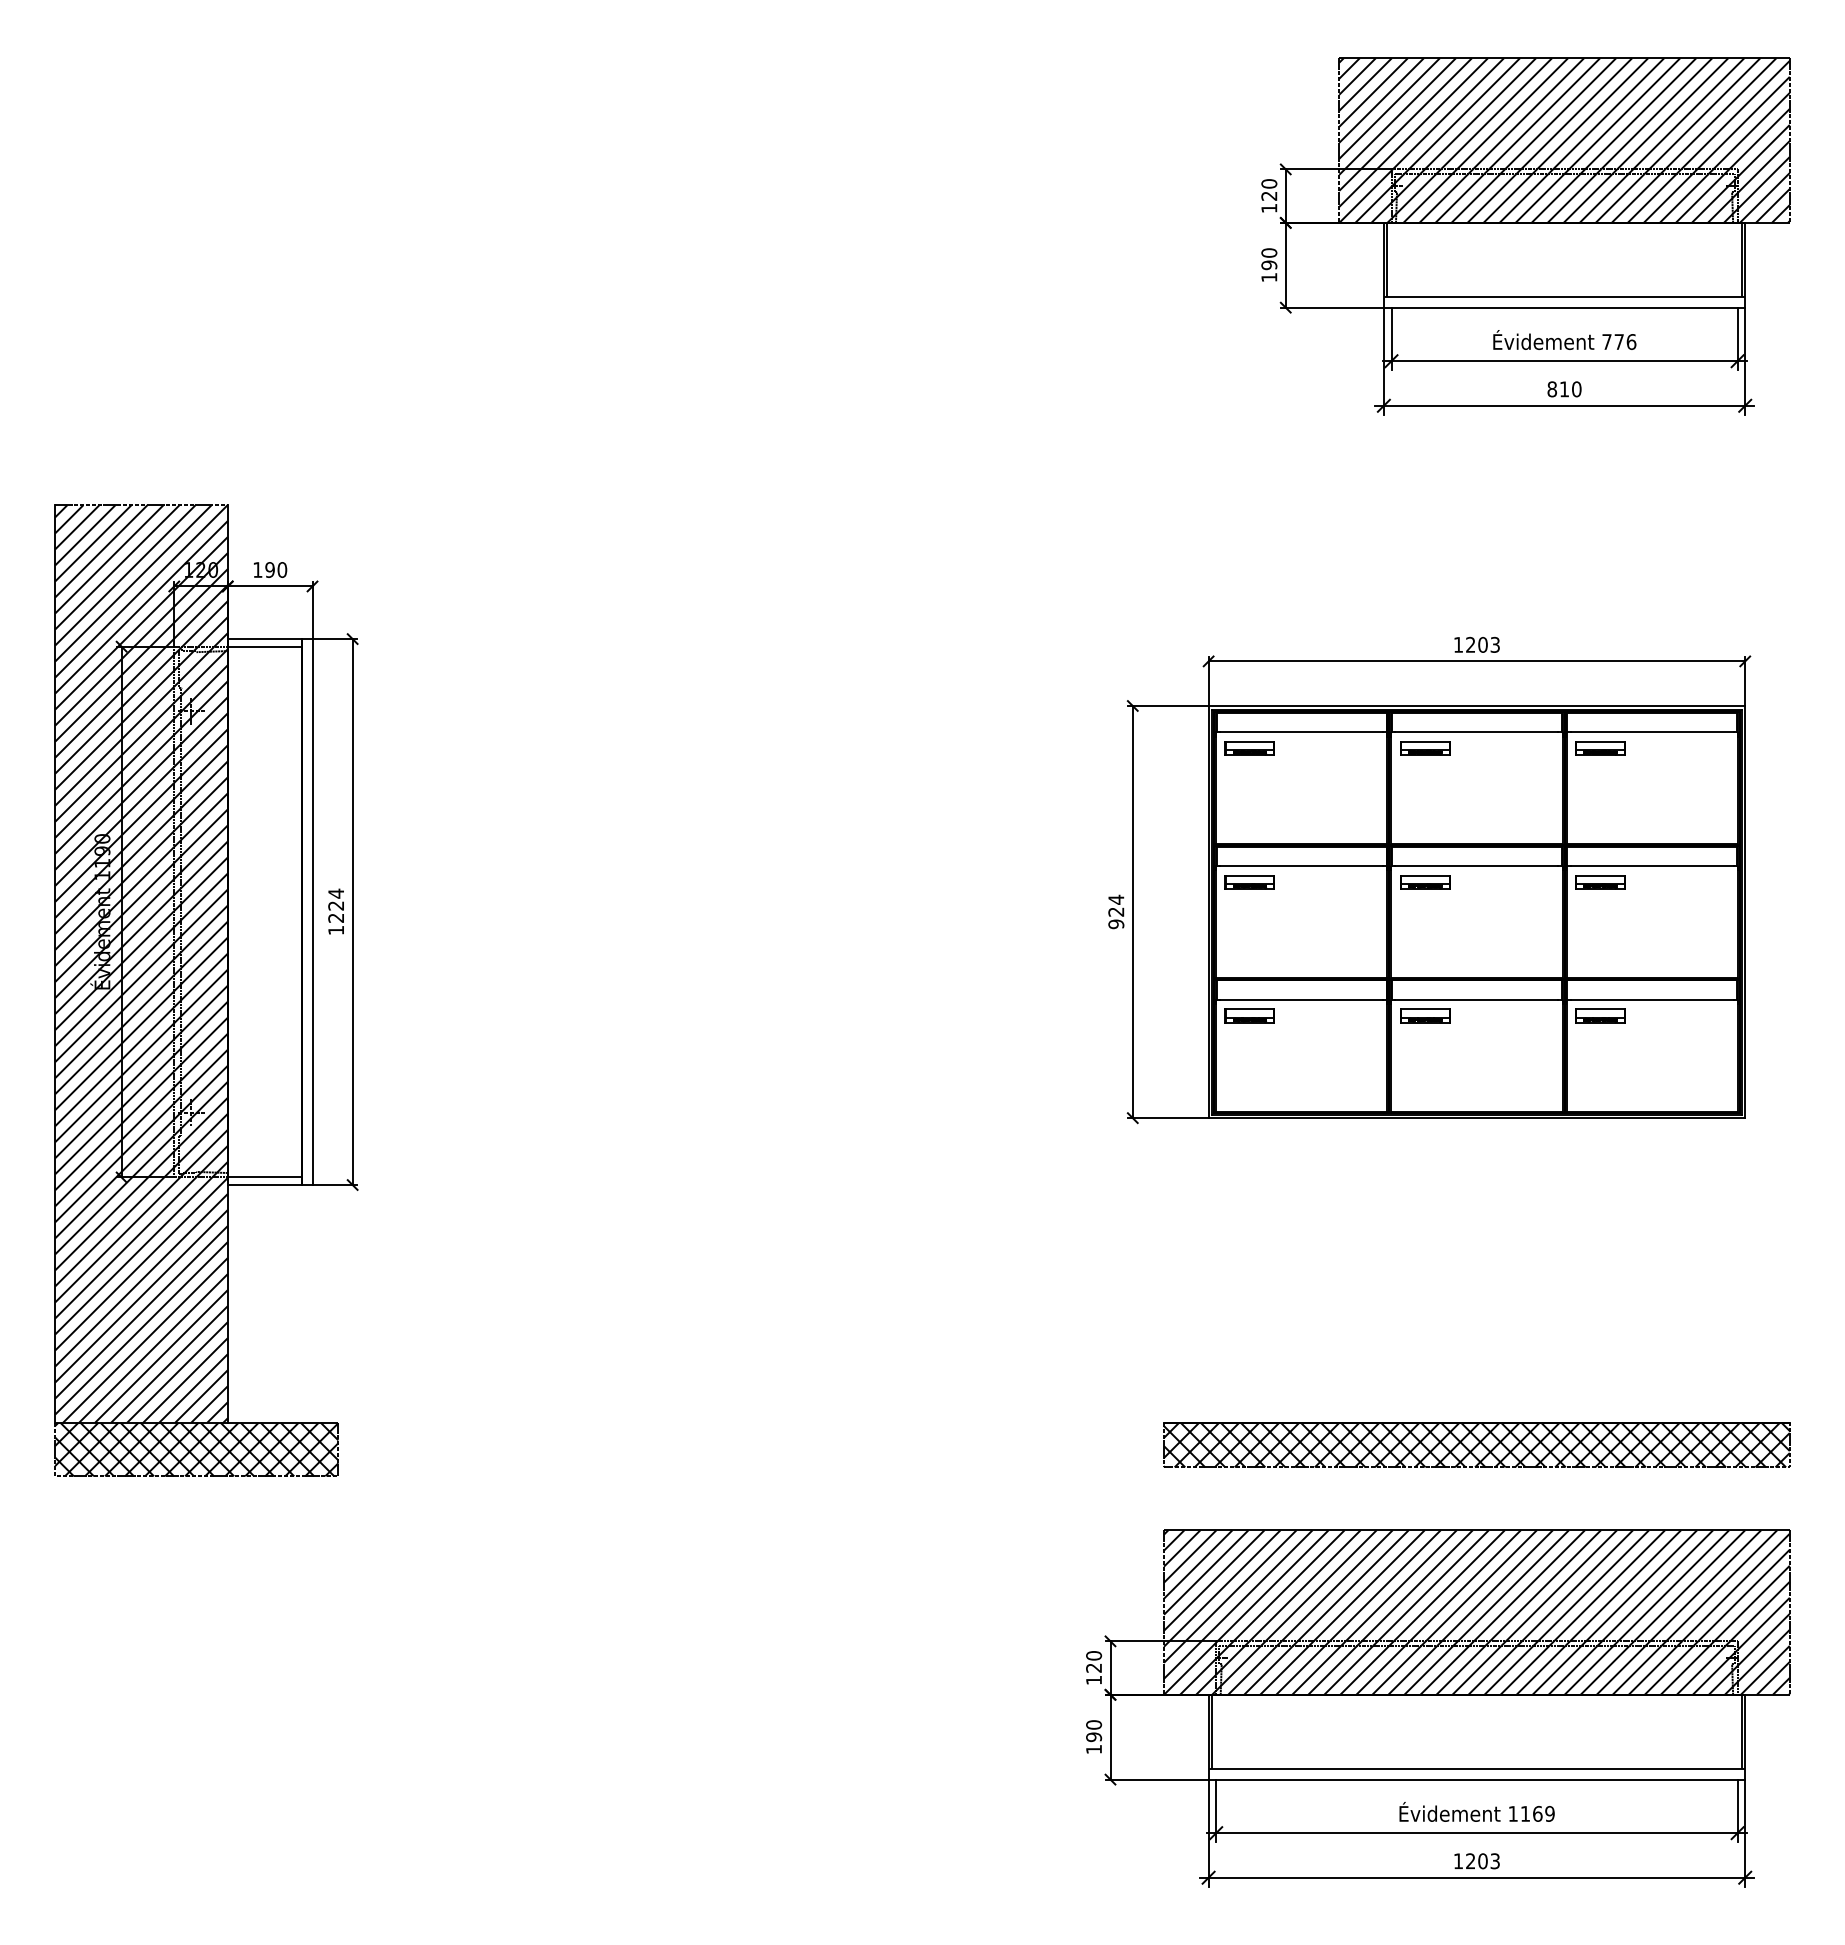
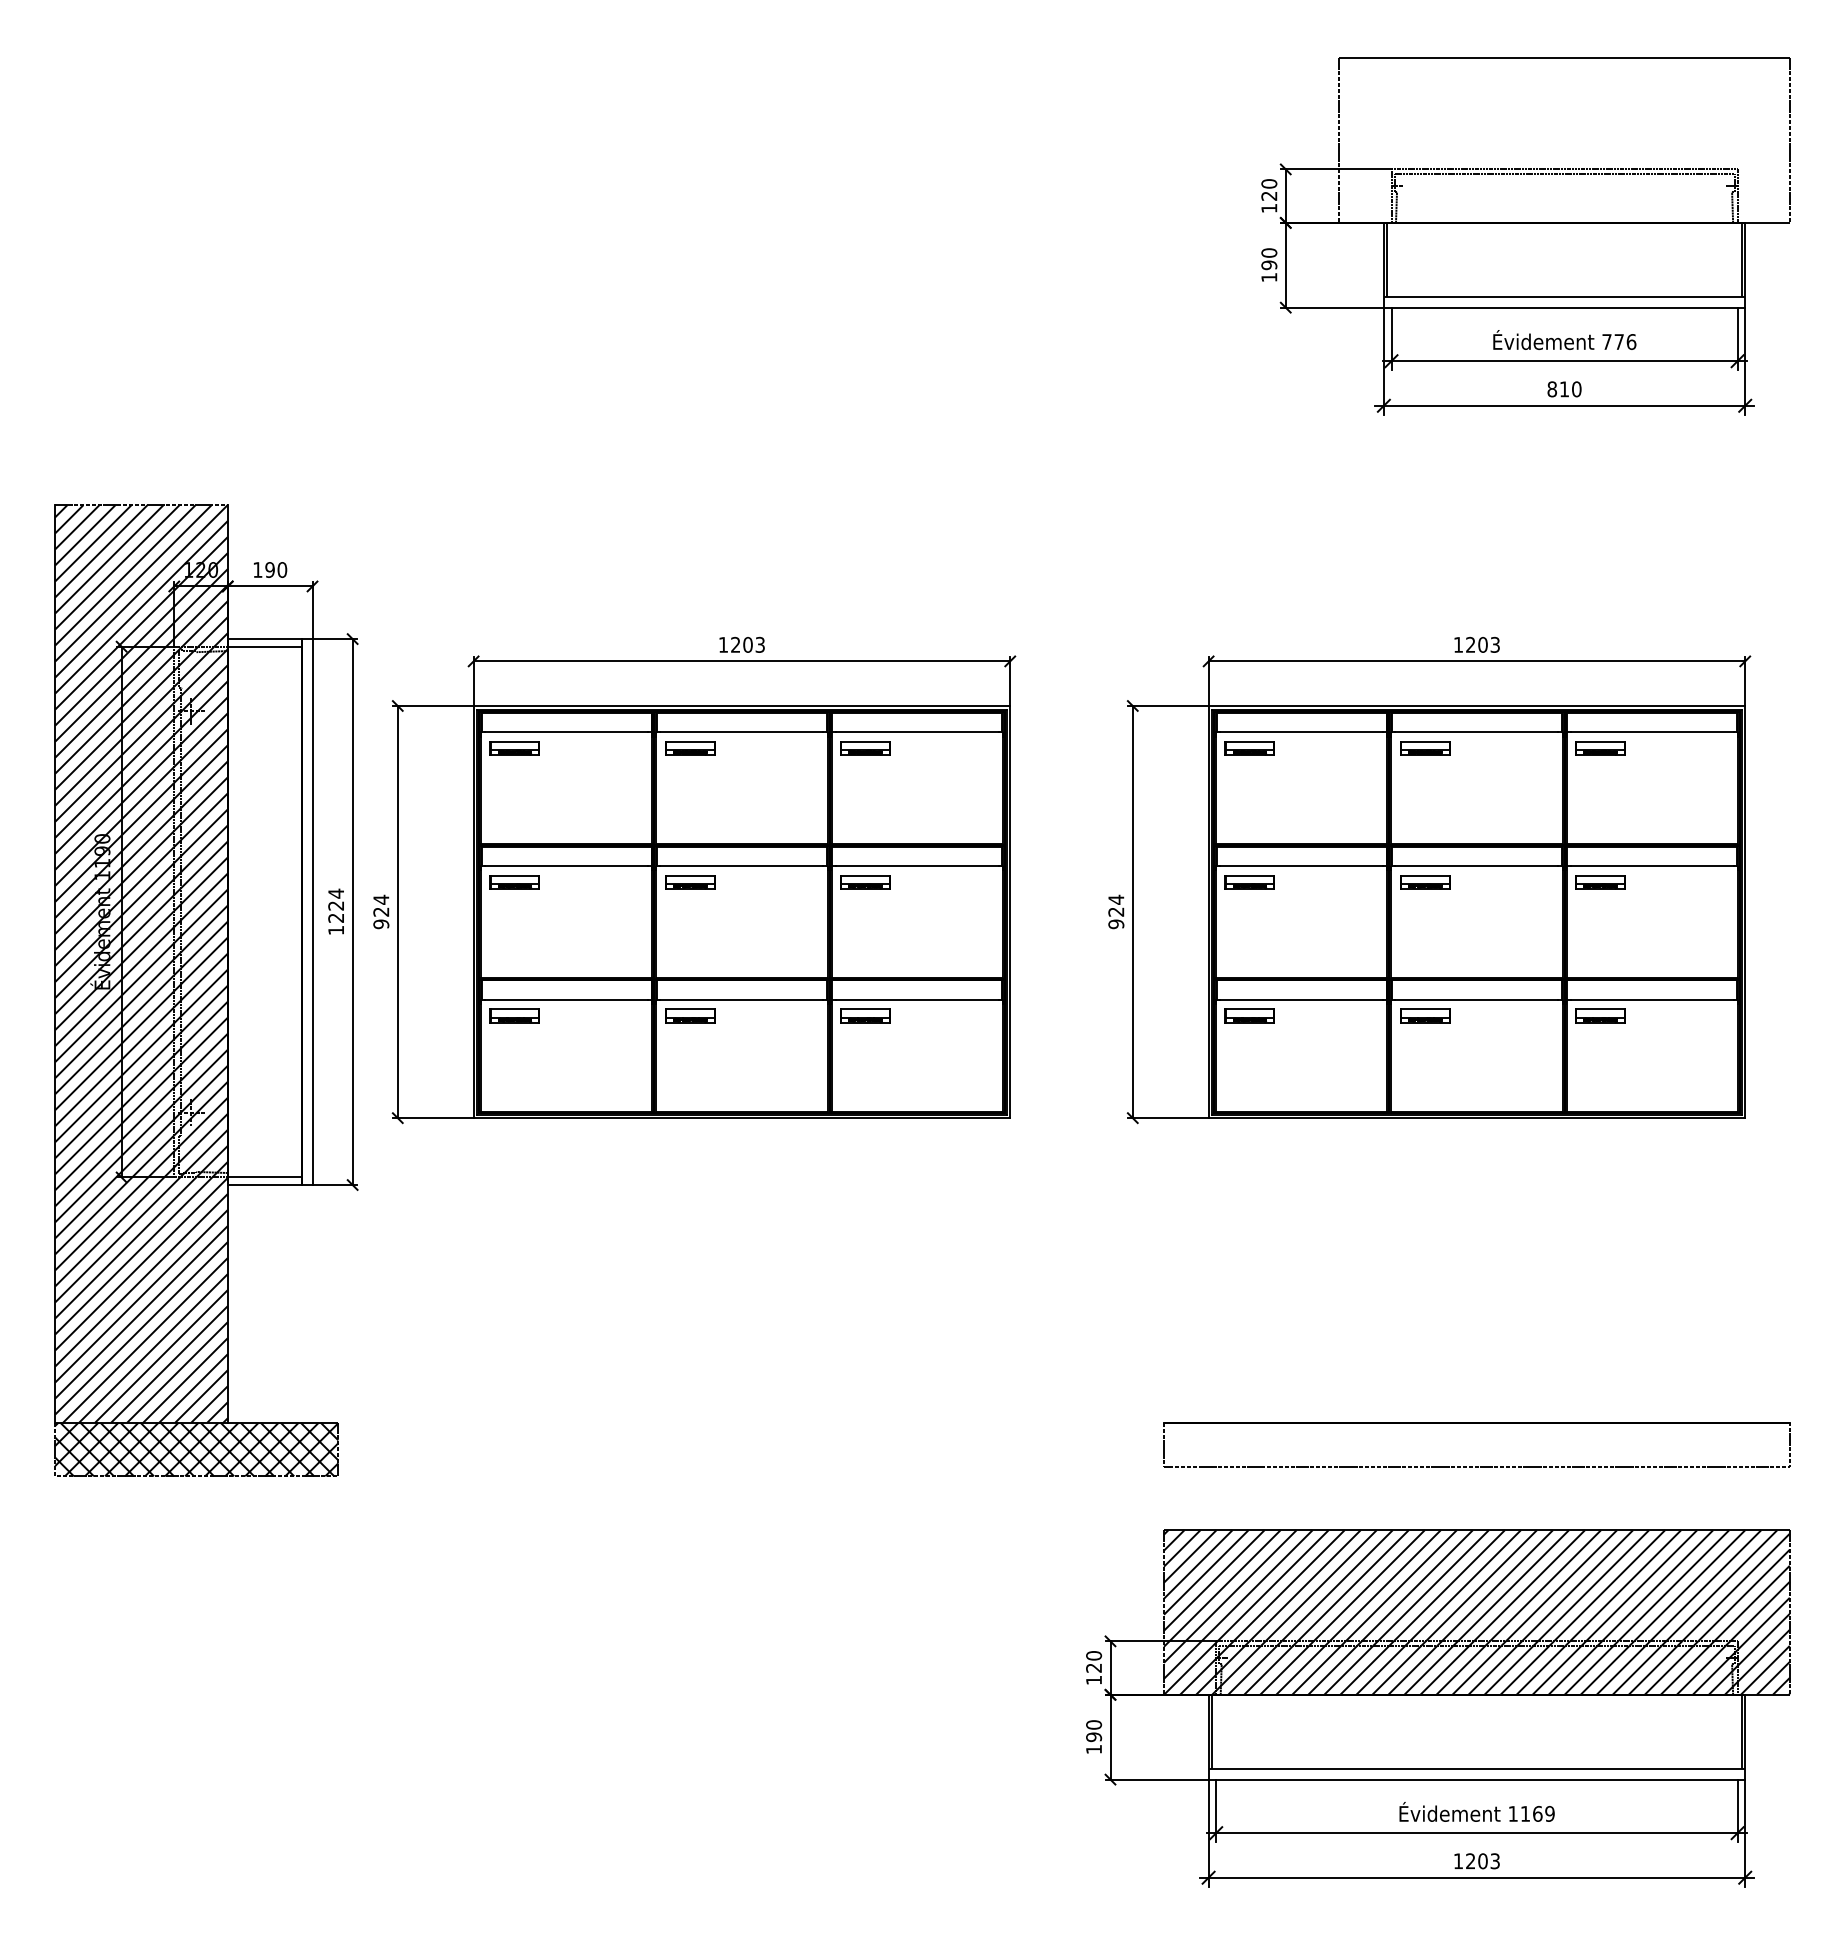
hatch at (1564, 140): present -> none
part at (694, 880): none -> present
hatch at (1476, 1444): present -> none
